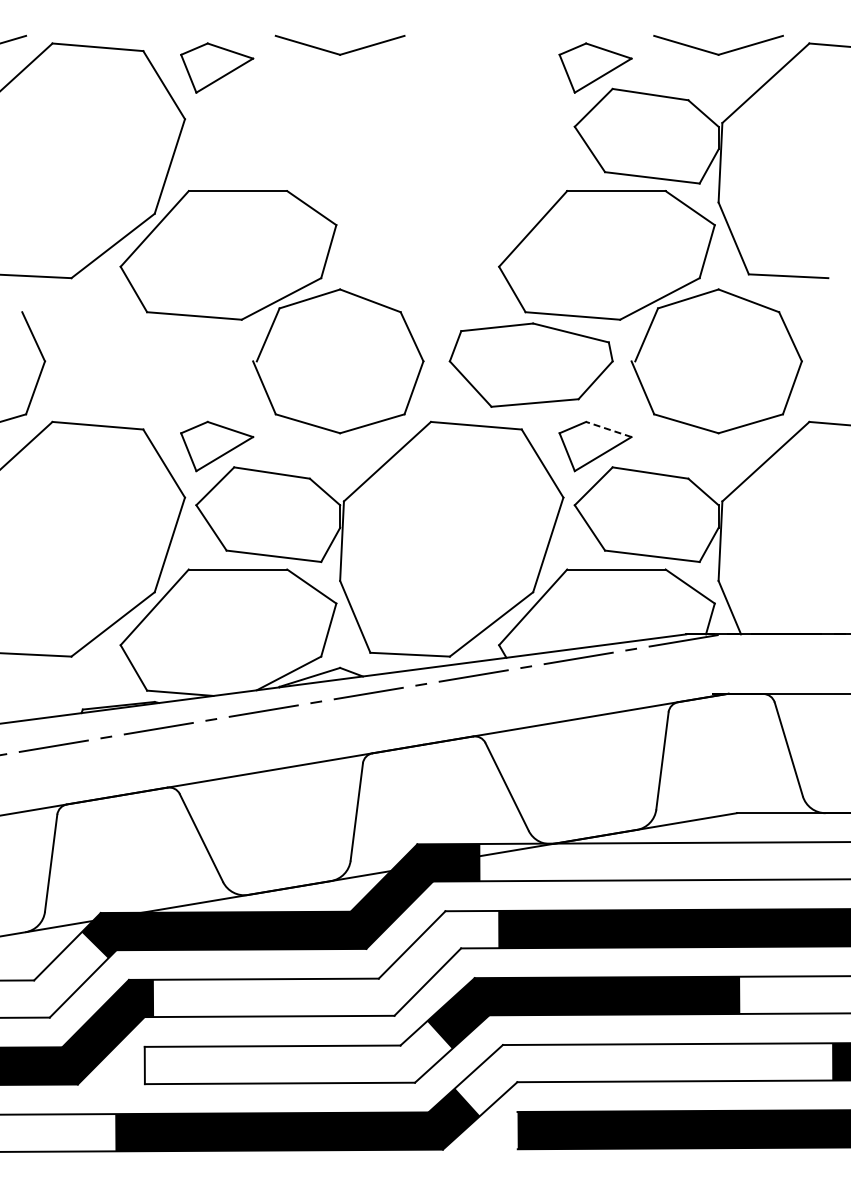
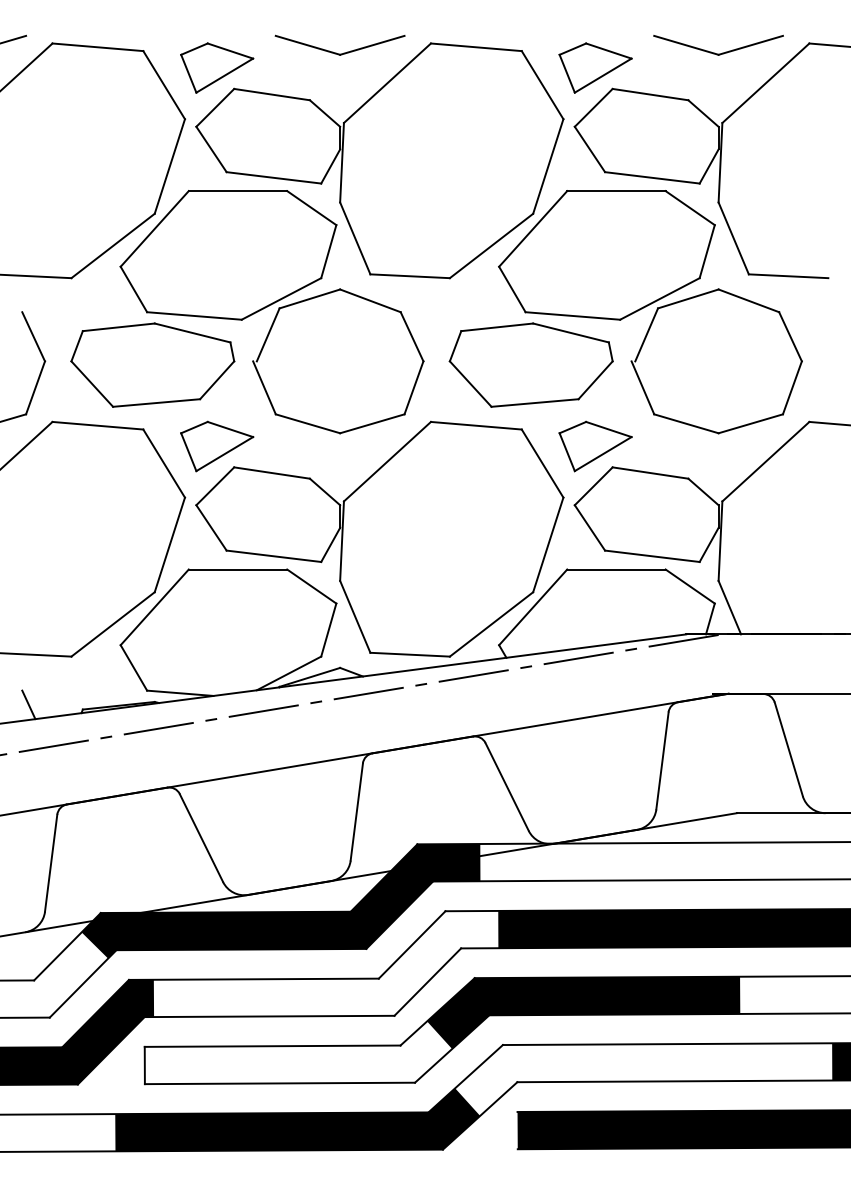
part at (379, 160): none -> present
part at (152, 364): none -> present
line at (608, 429): dashed -> solid
line at (28, 704): none -> present
